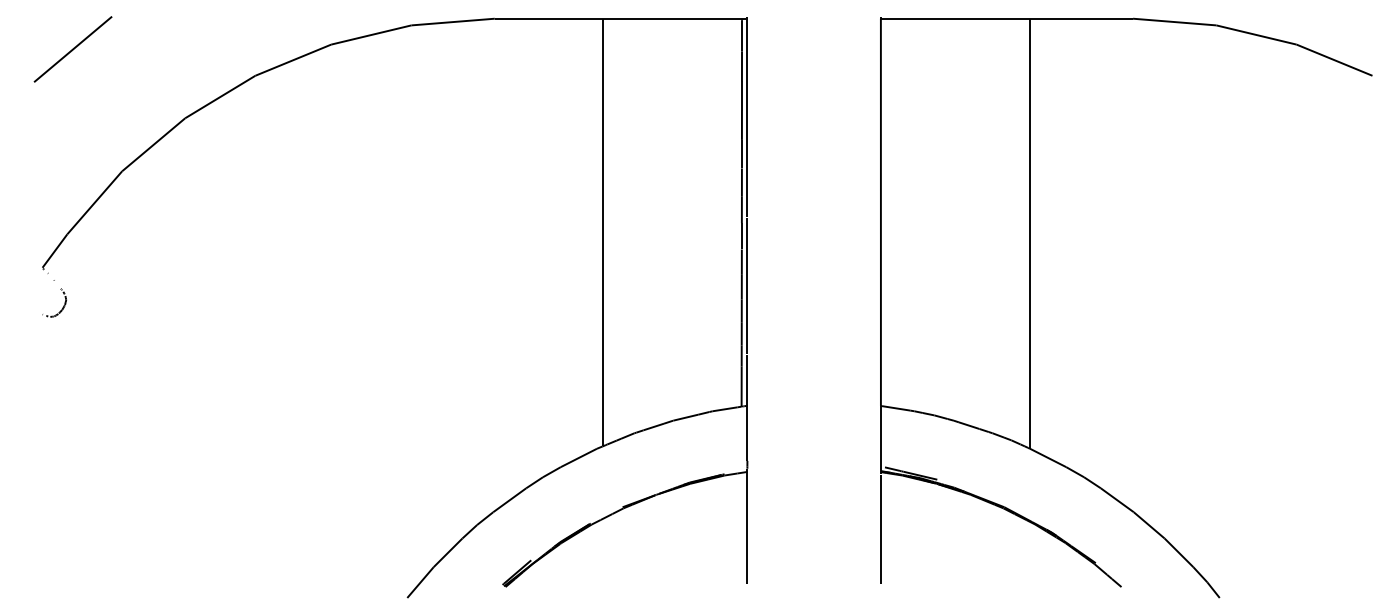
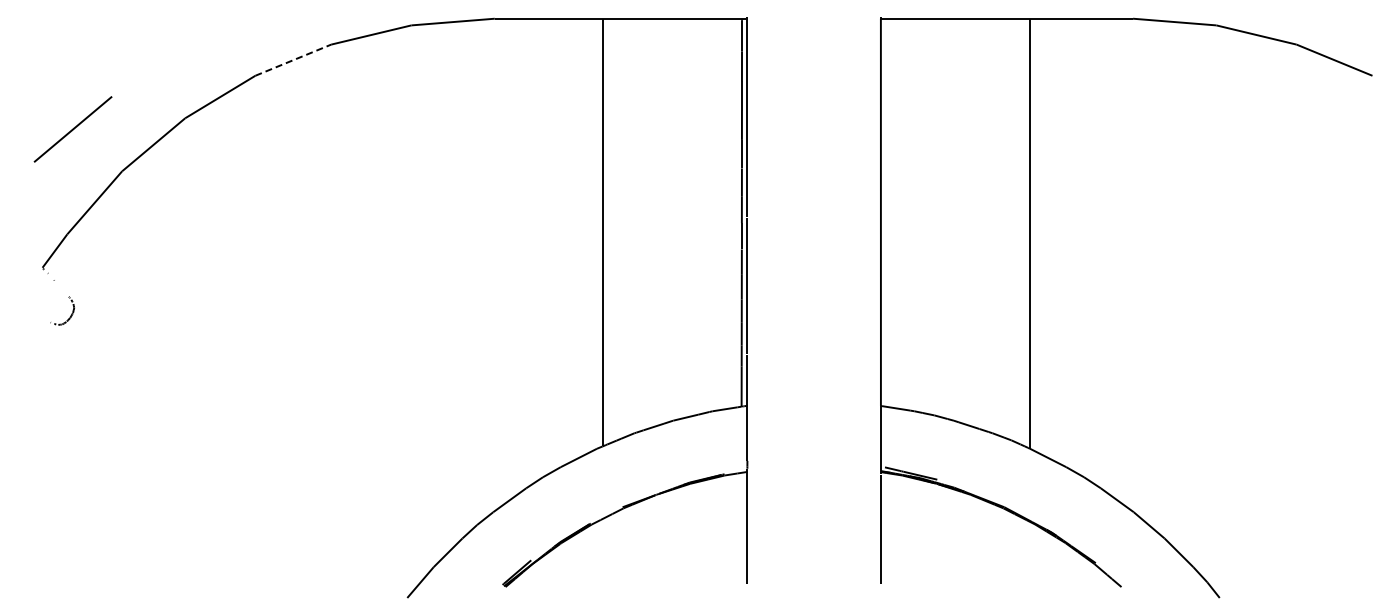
line at (72, 49) position: (72, 49) -> (72, 129)
line at (293, 60): solid -> dashed
part at (62, 307) position: (62, 307) -> (70, 315)
